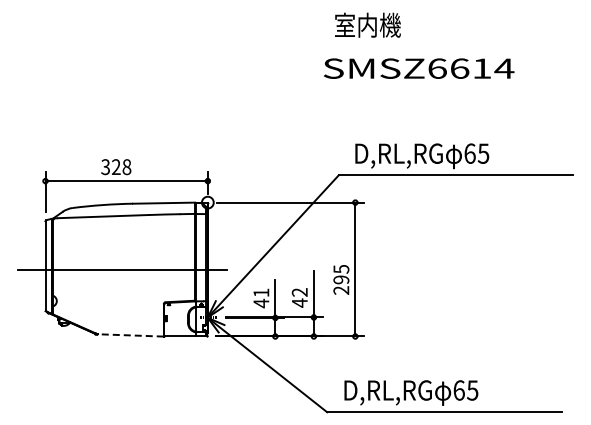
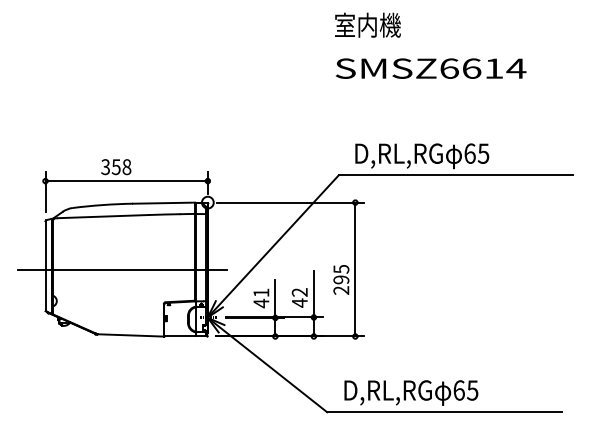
text at (419, 68) position: (419, 68) -> (431, 68)
text at (115, 167): 328 -> 358
line at (130, 335): dashed -> solid
